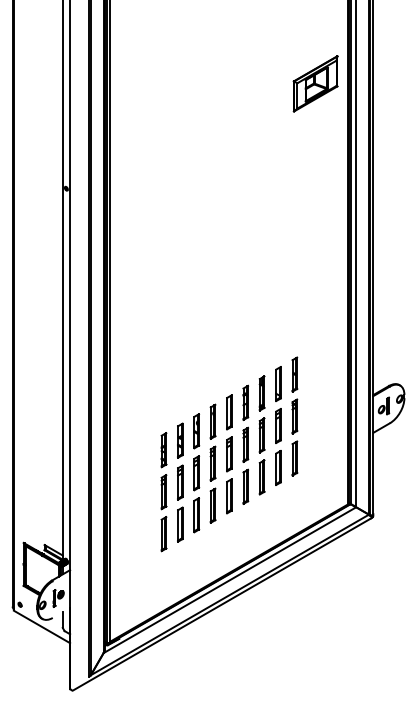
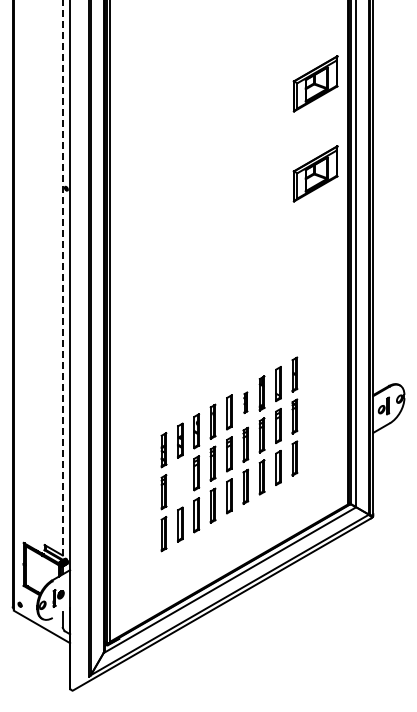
part at (315, 173): none -> present
line at (62, 280): solid -> dashed
part at (245, 402) size: 8x37 px -> 6x23 px
part at (180, 482): present -> none
